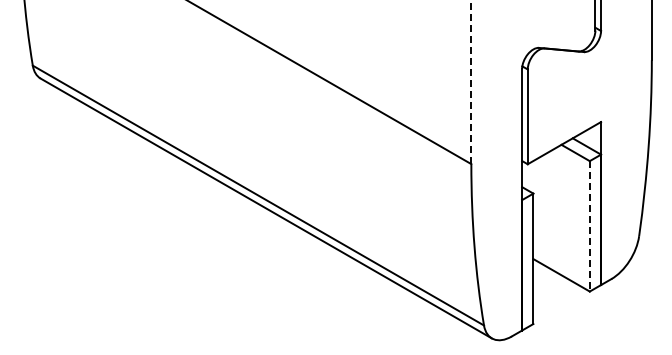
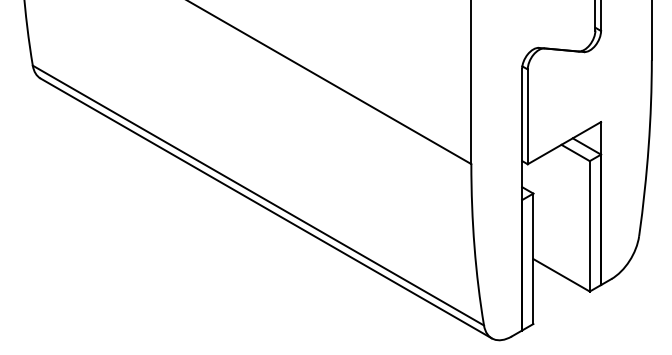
line at (471, 82): dashed -> solid
line at (589, 226): dashed -> solid
